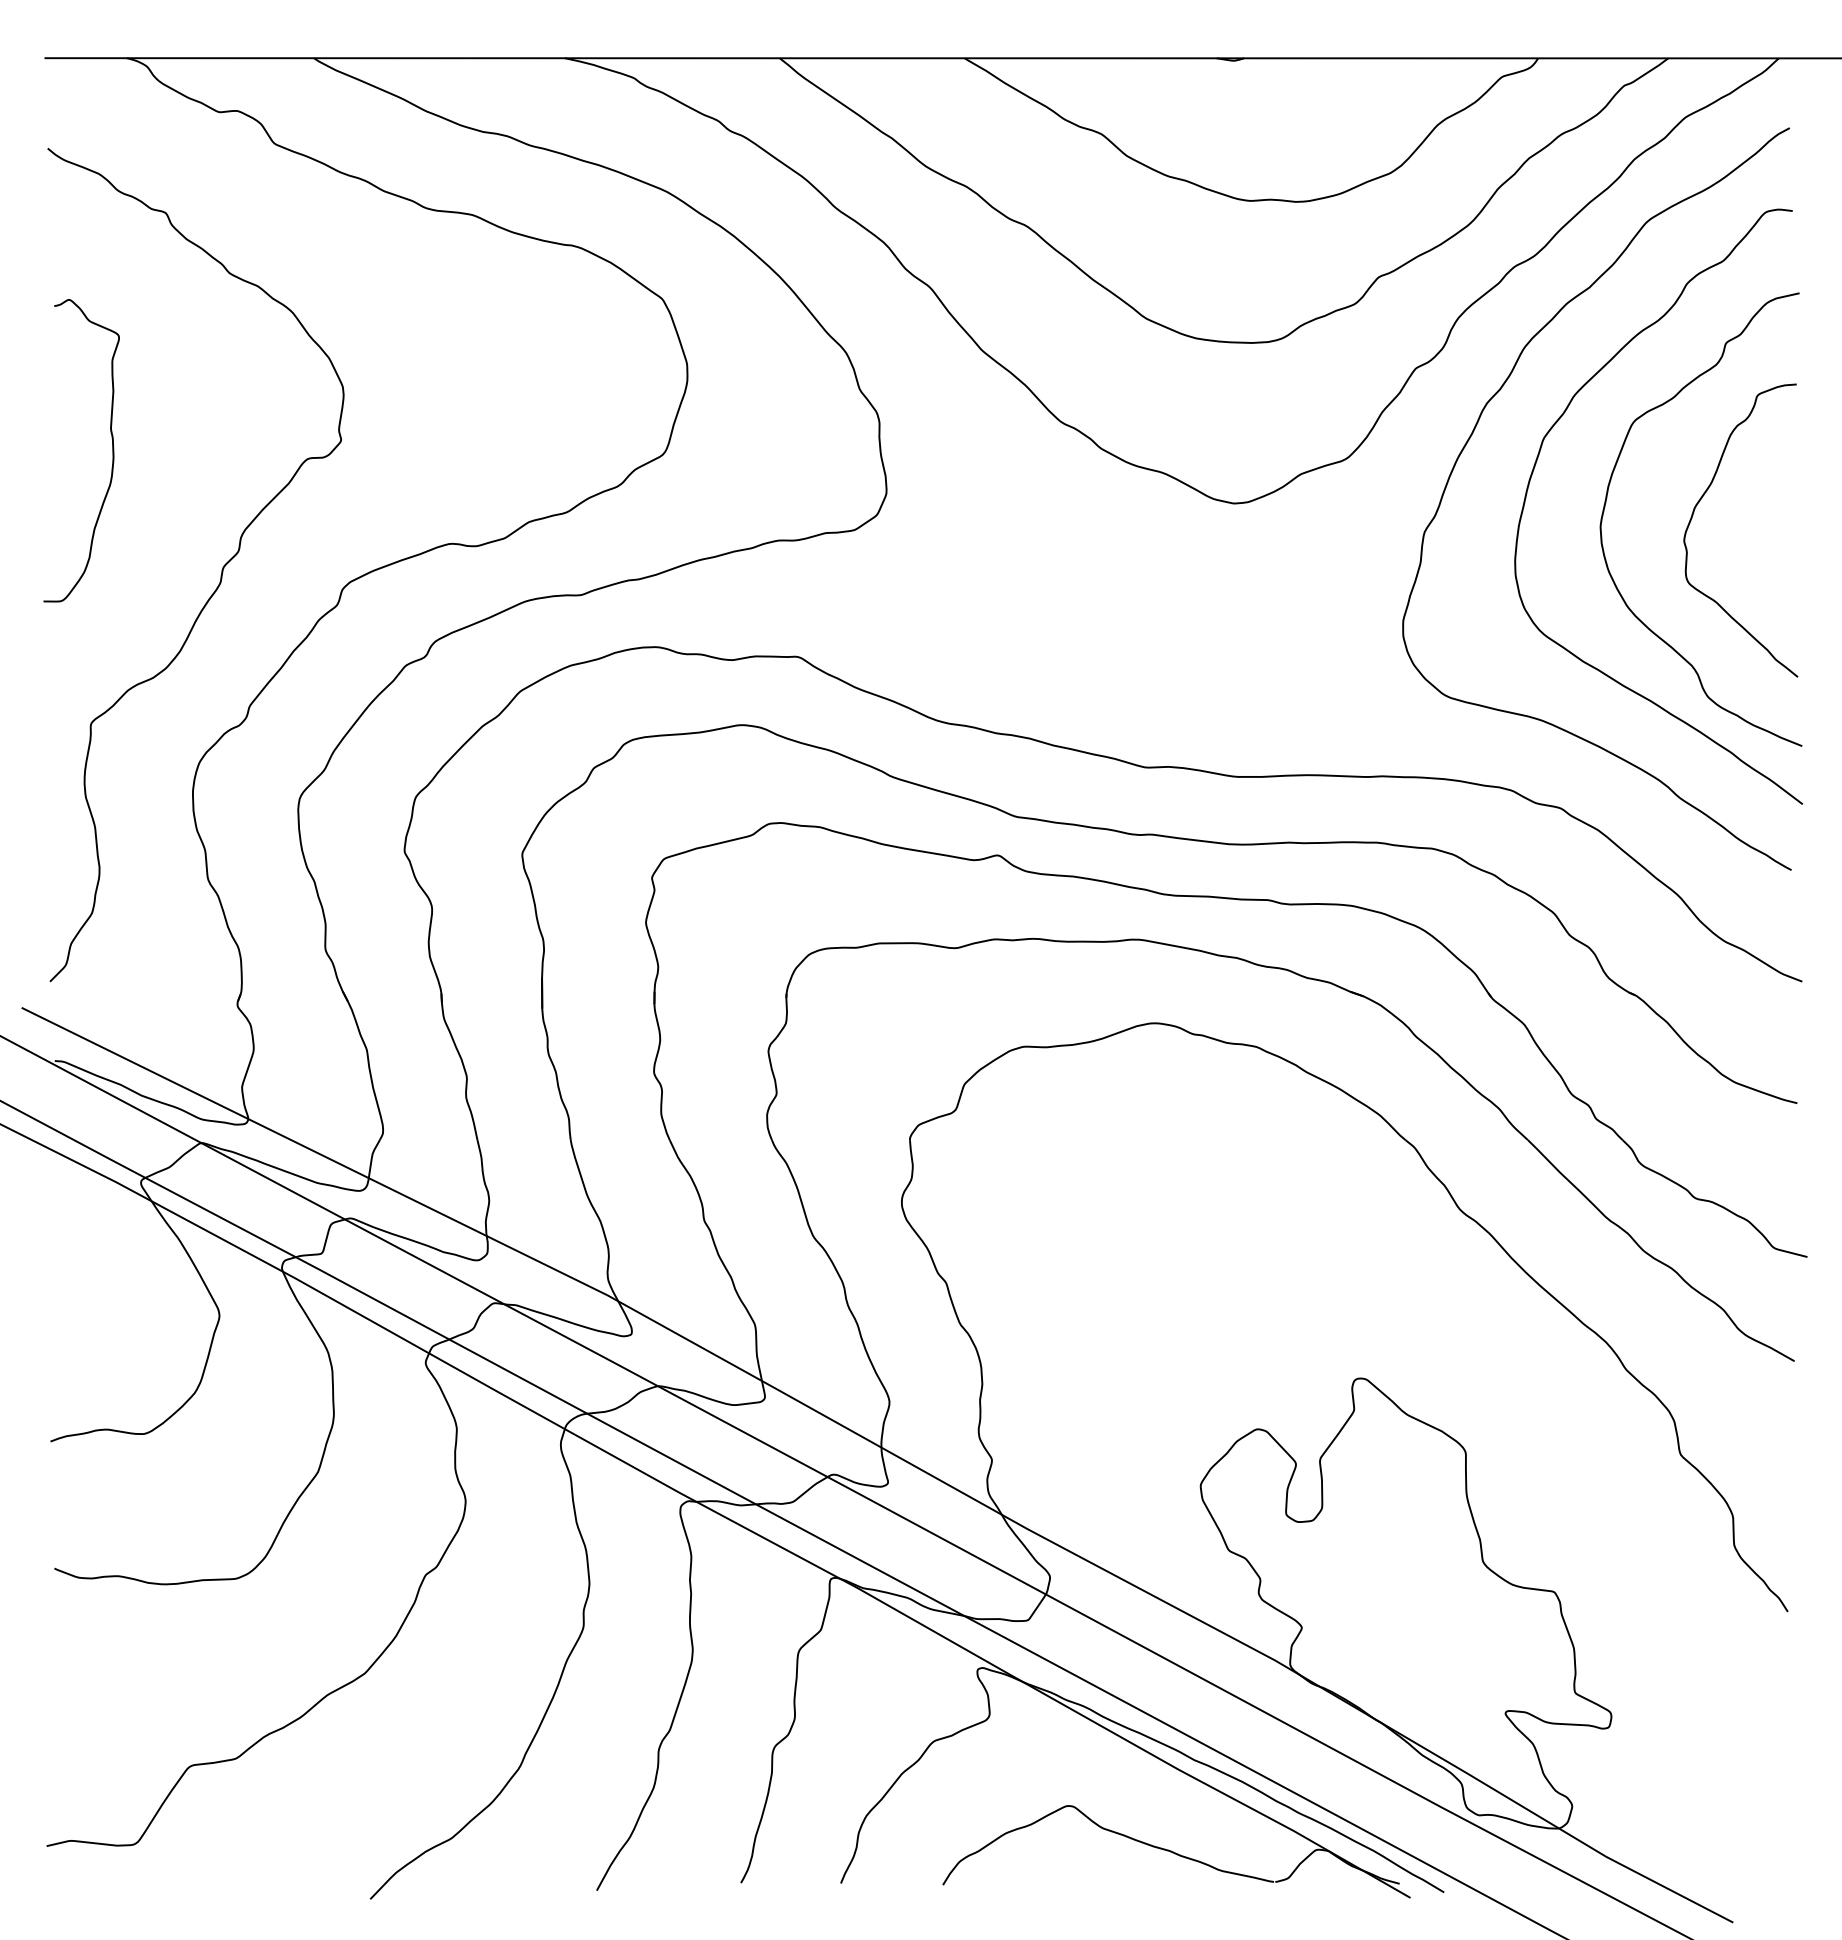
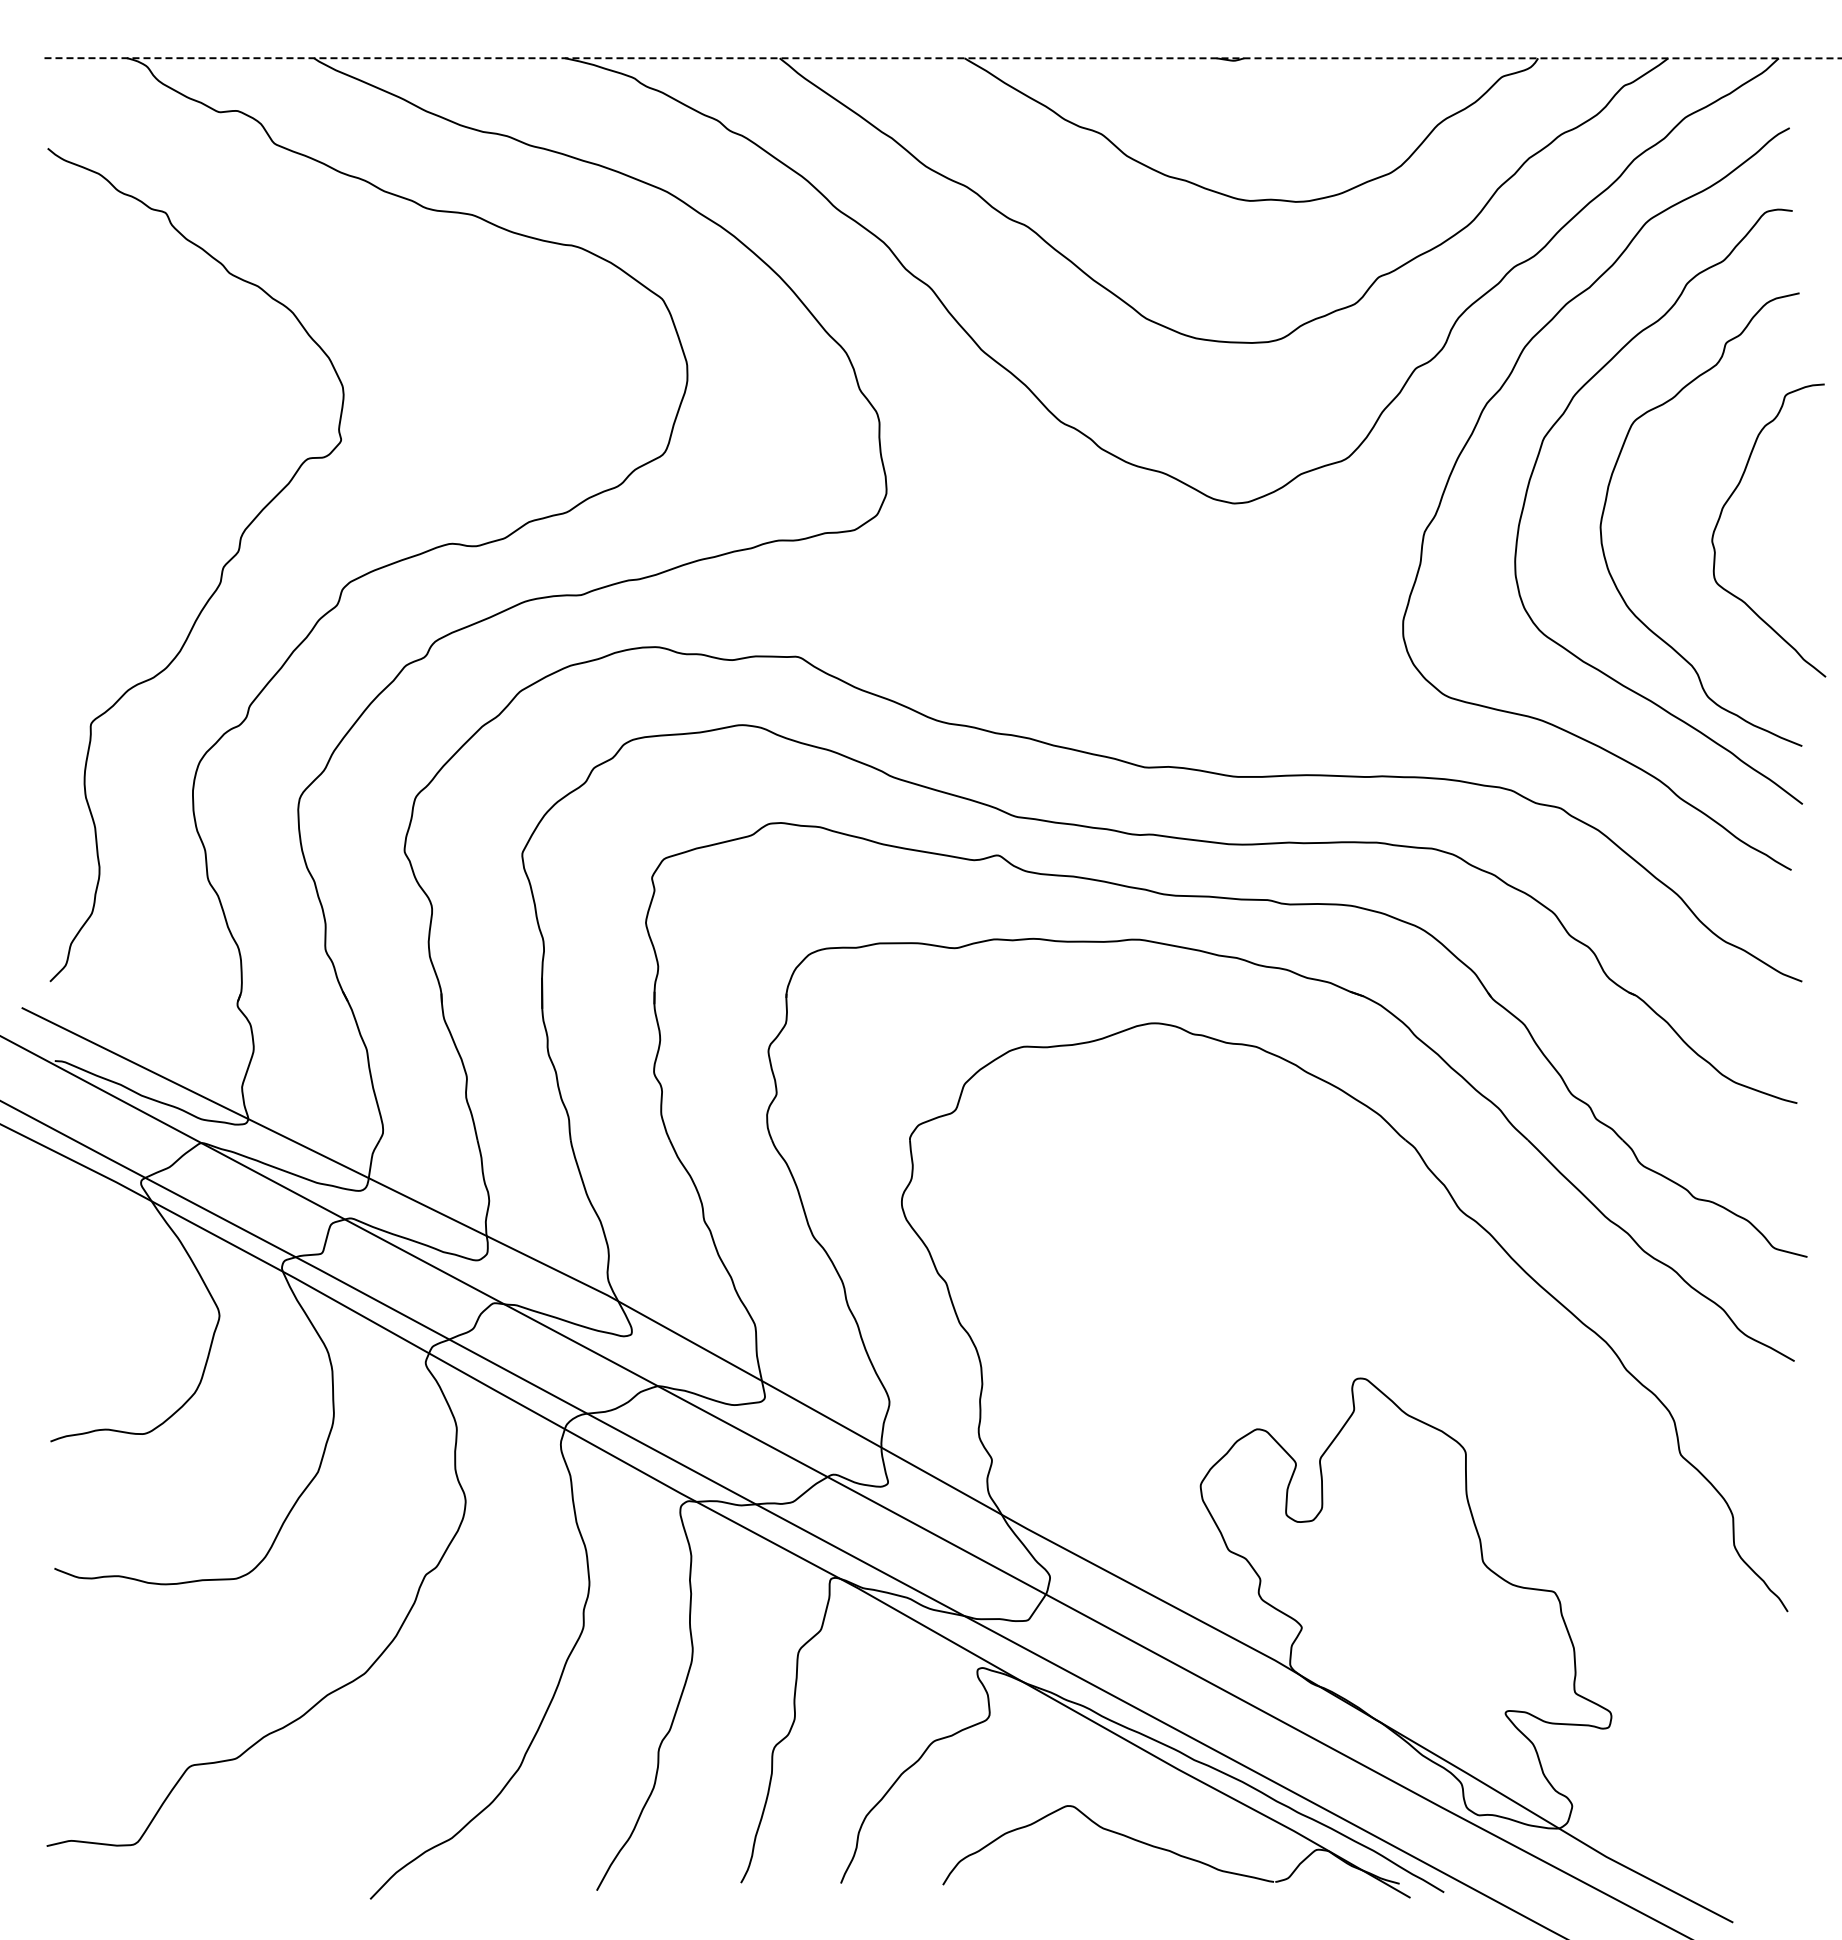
line at (943, 58): solid -> dashed
curve at (112, 450): present -> none
curve at (1693, 515) position: (1693, 515) -> (1721, 515)
